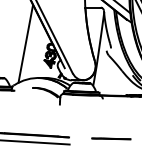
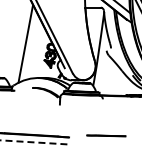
line at (111, 138) position: (111, 138) -> (106, 135)
line at (35, 142): solid -> dashed
